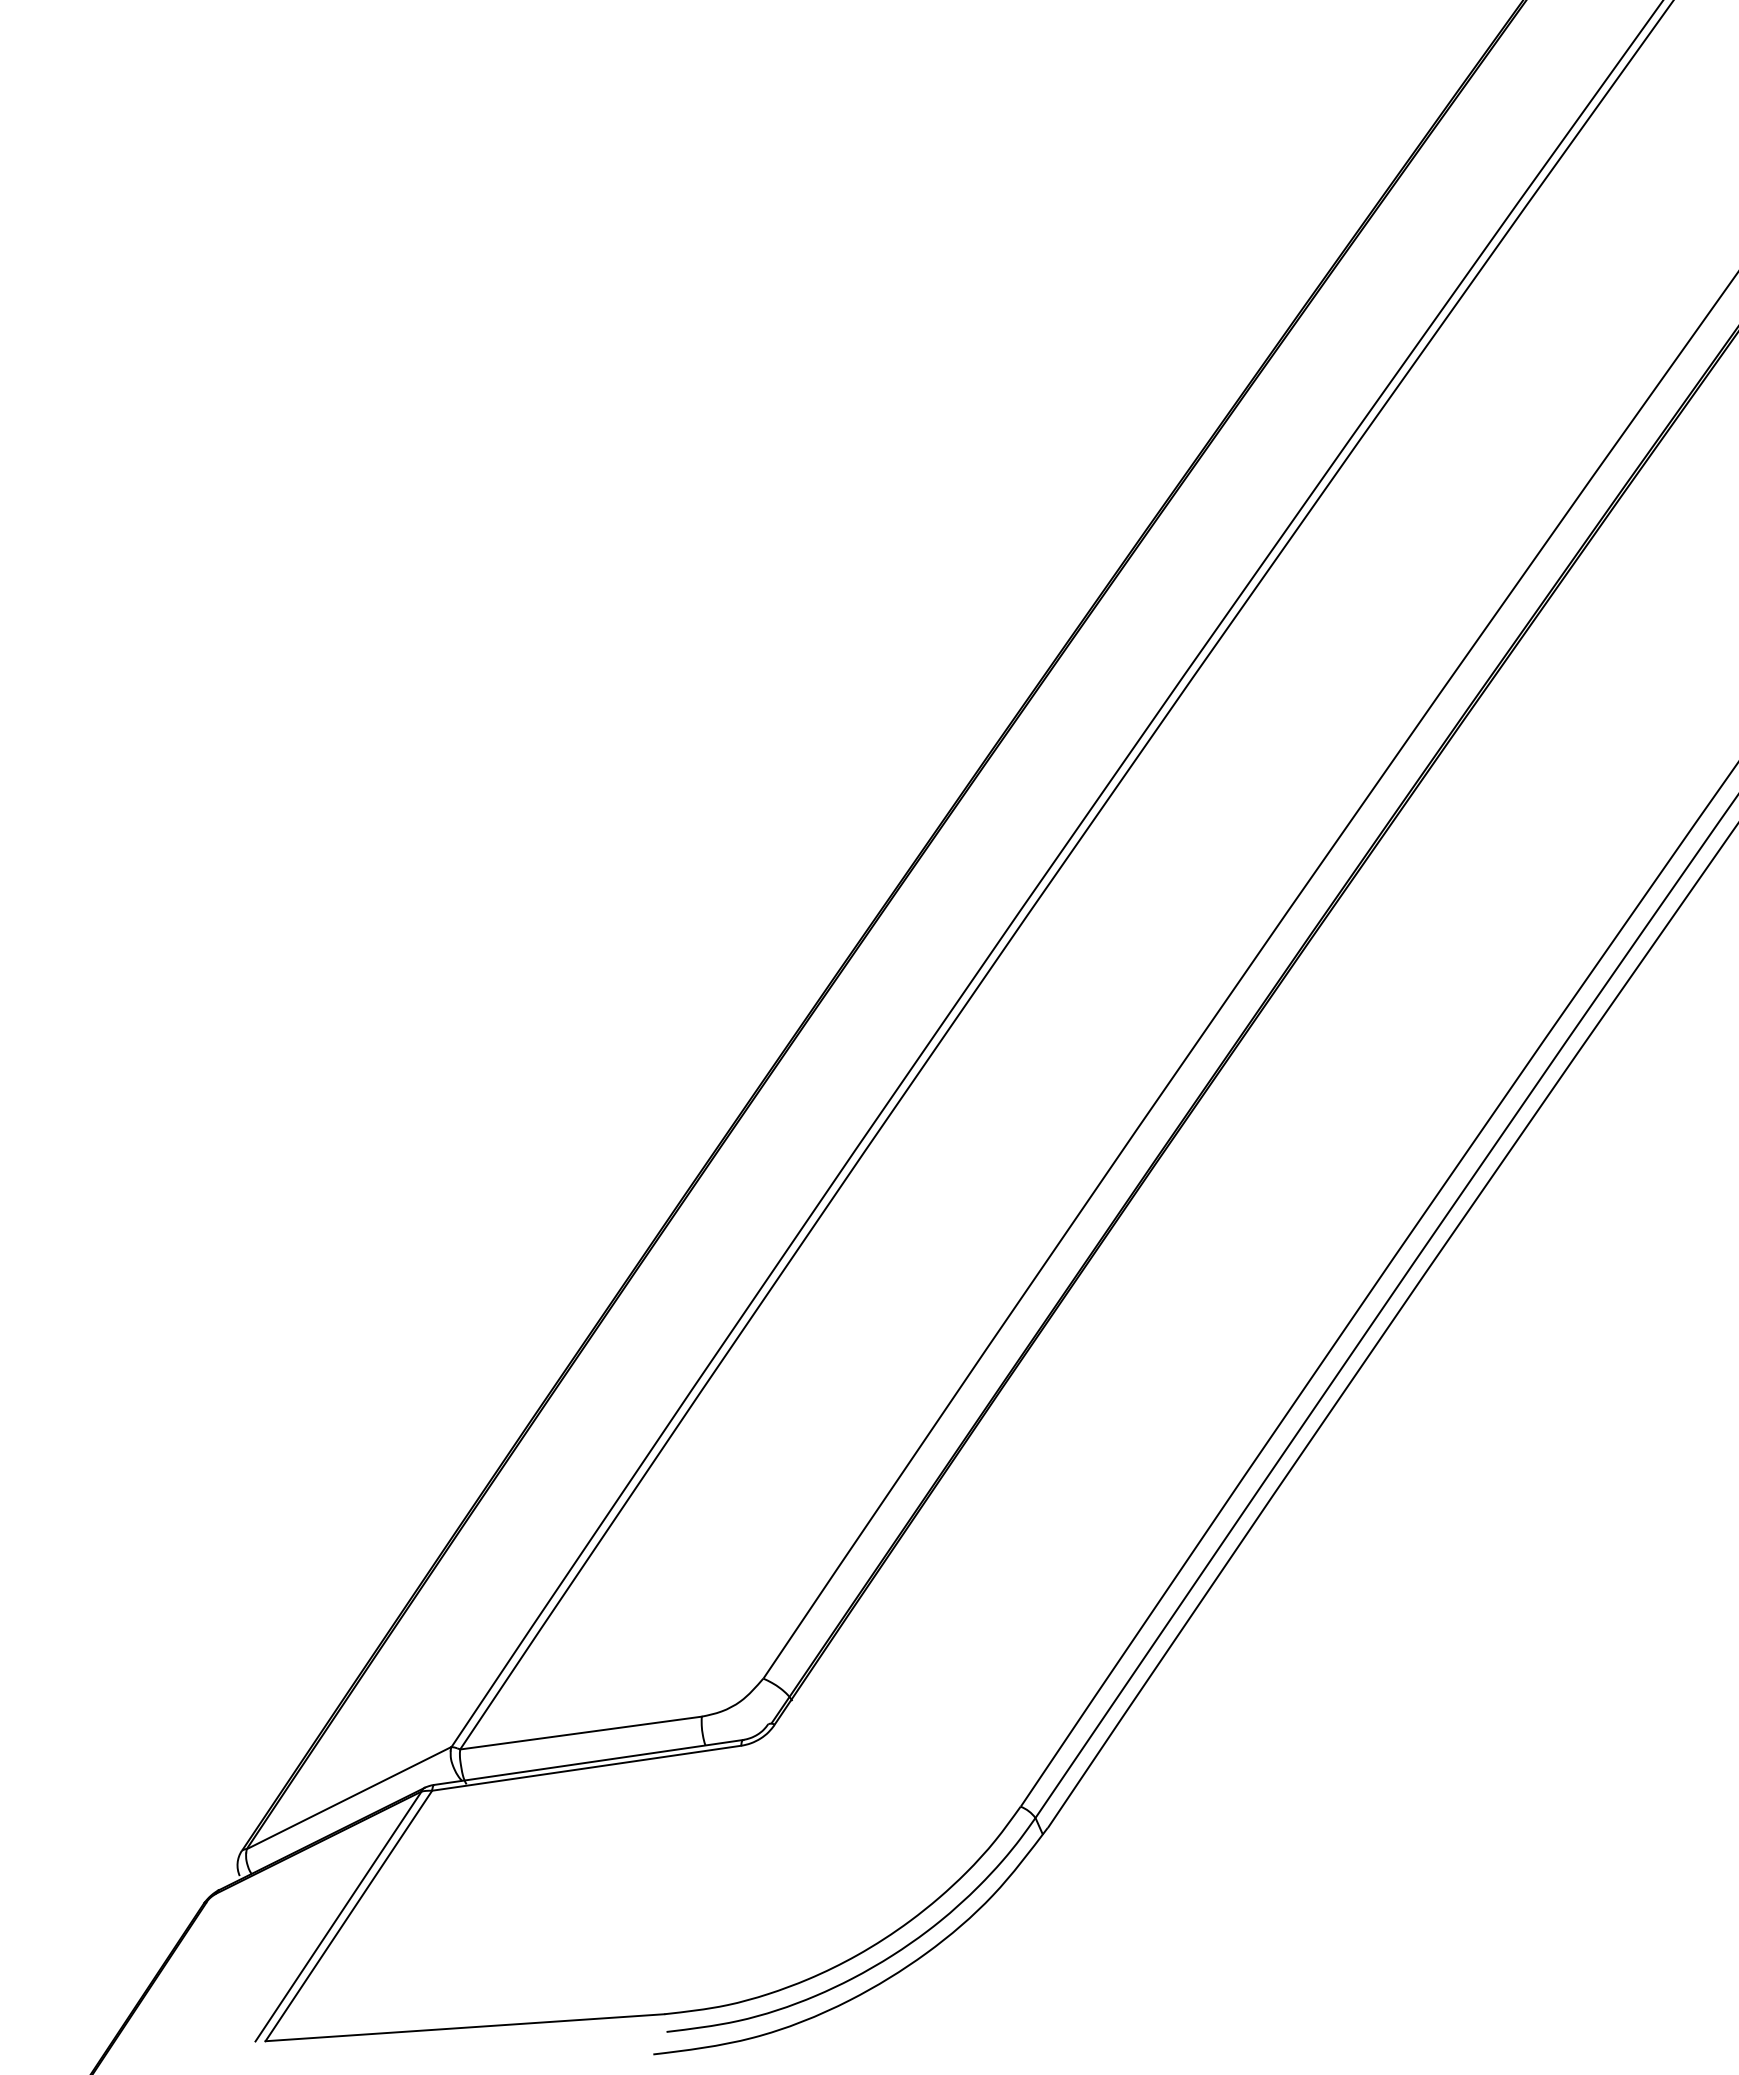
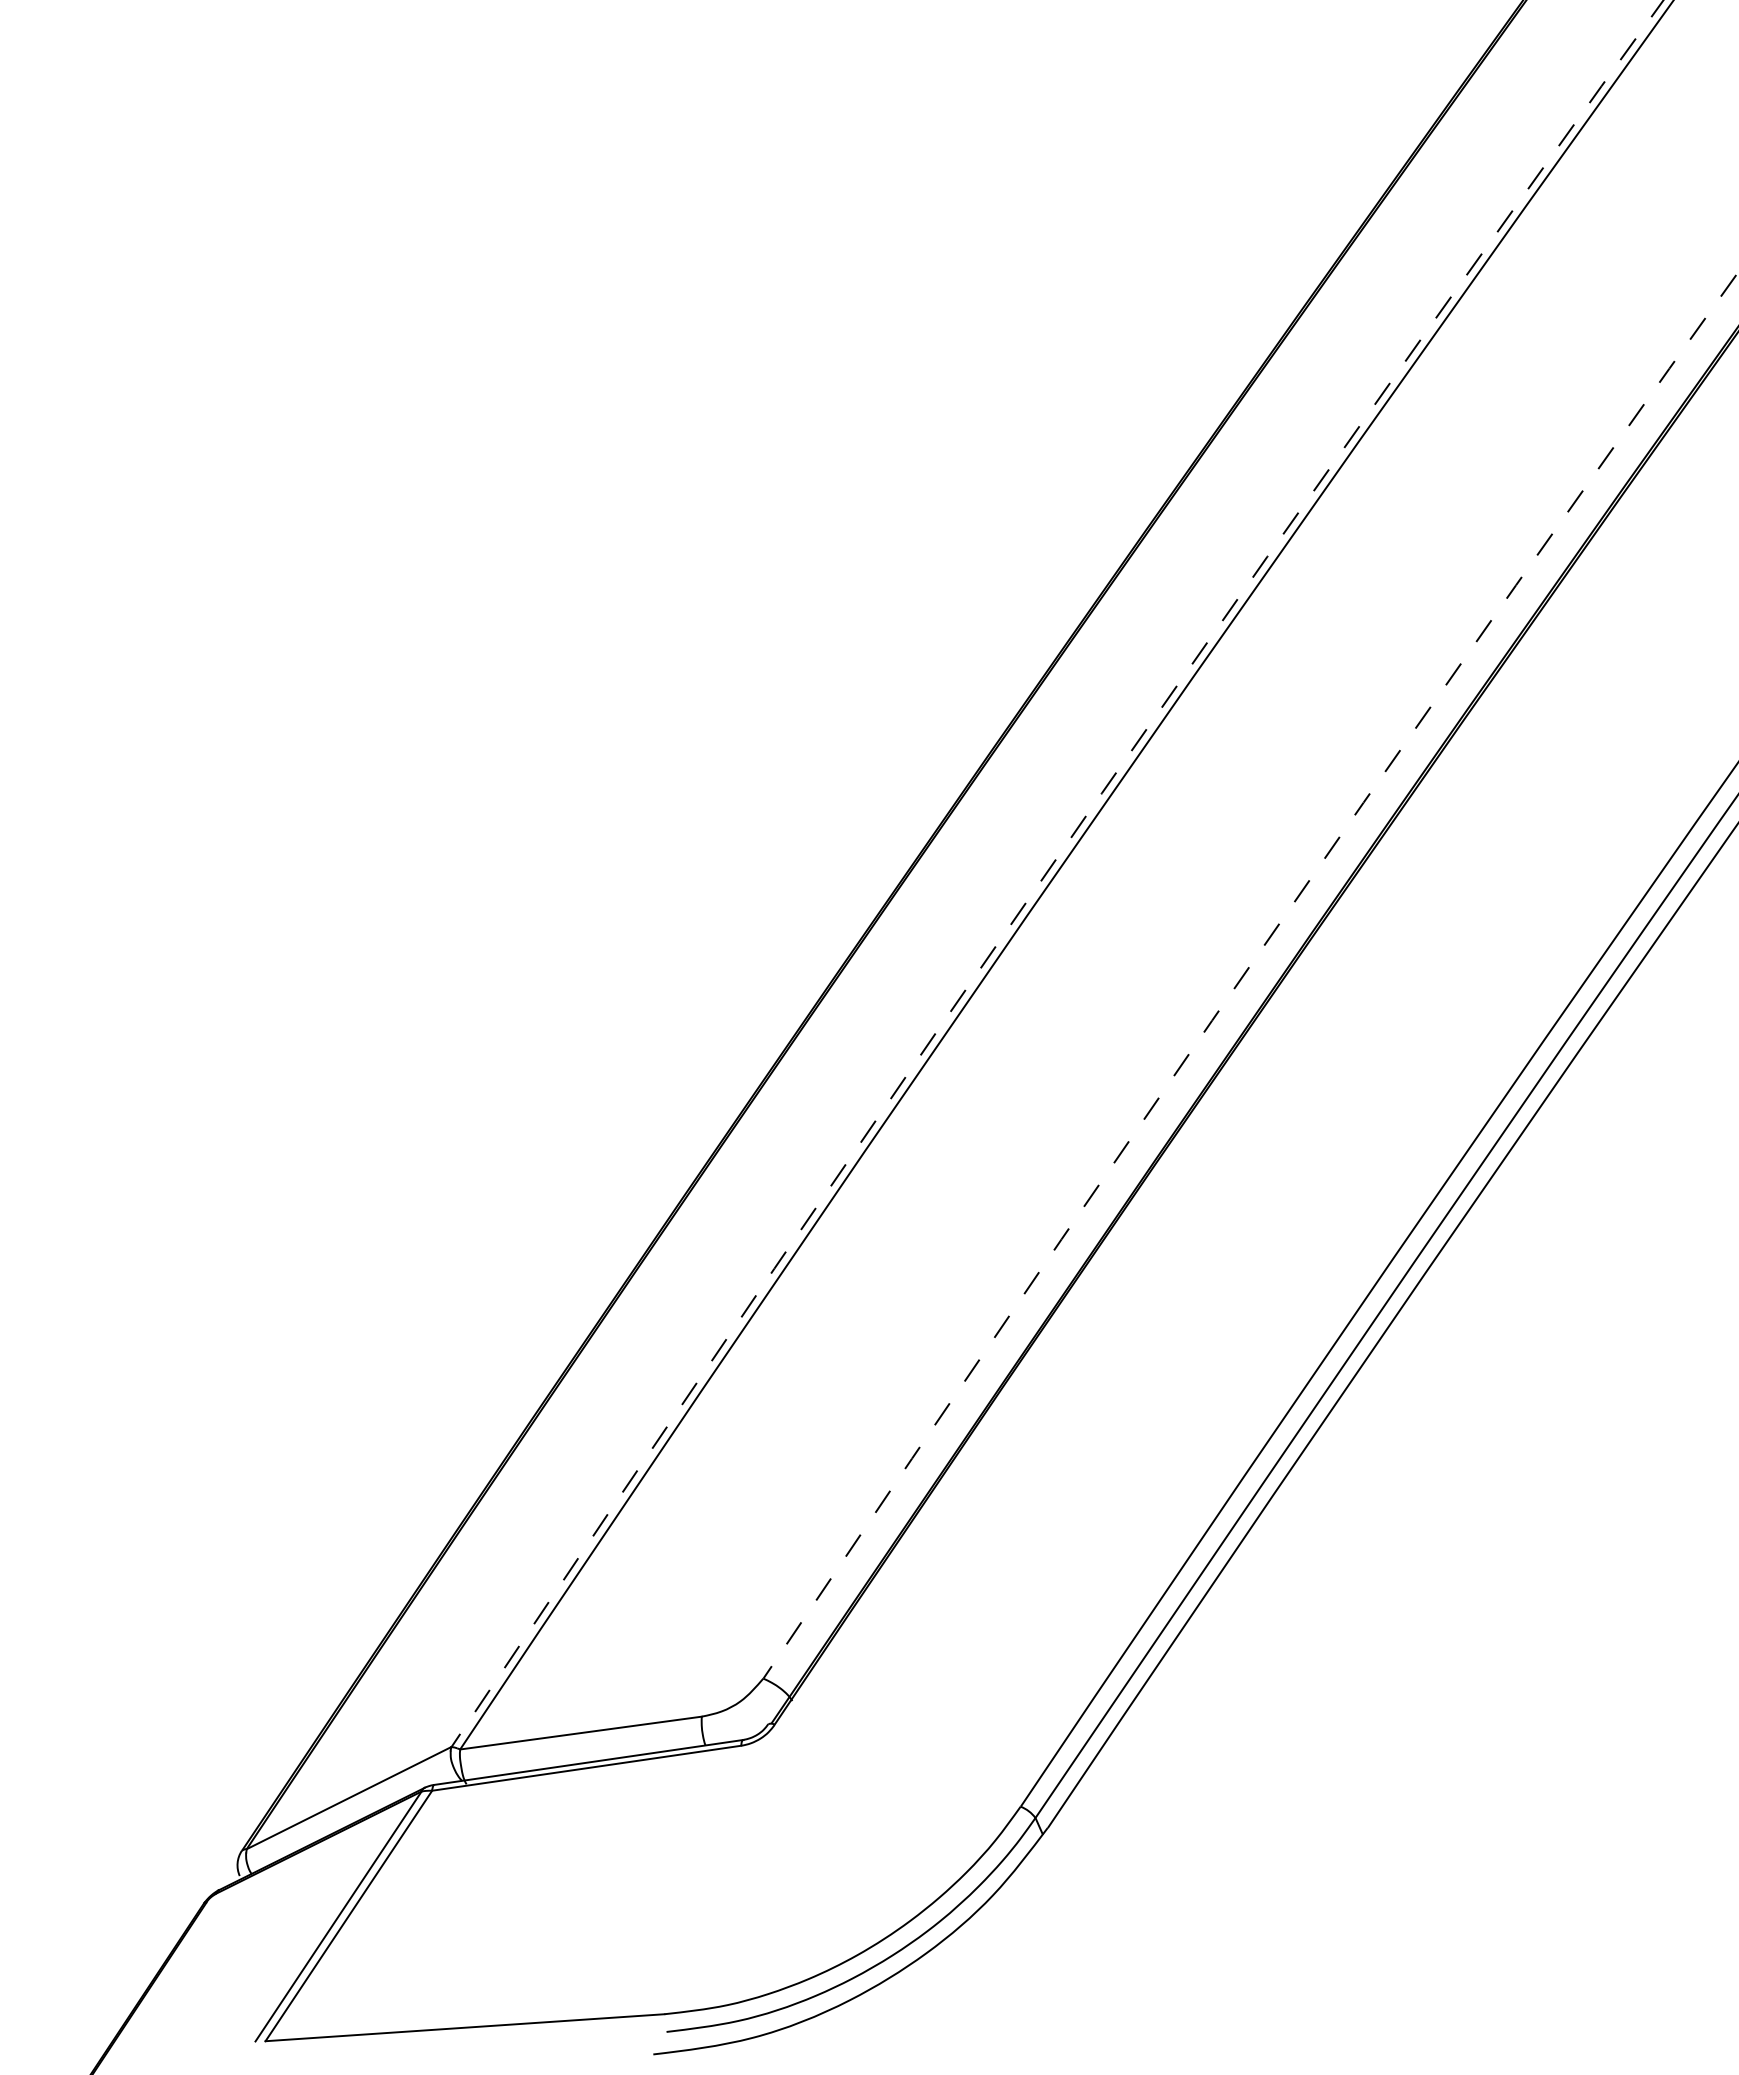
arc at (1050, 868): solid -> dashed
arc at (1246, 971): solid -> dashed
